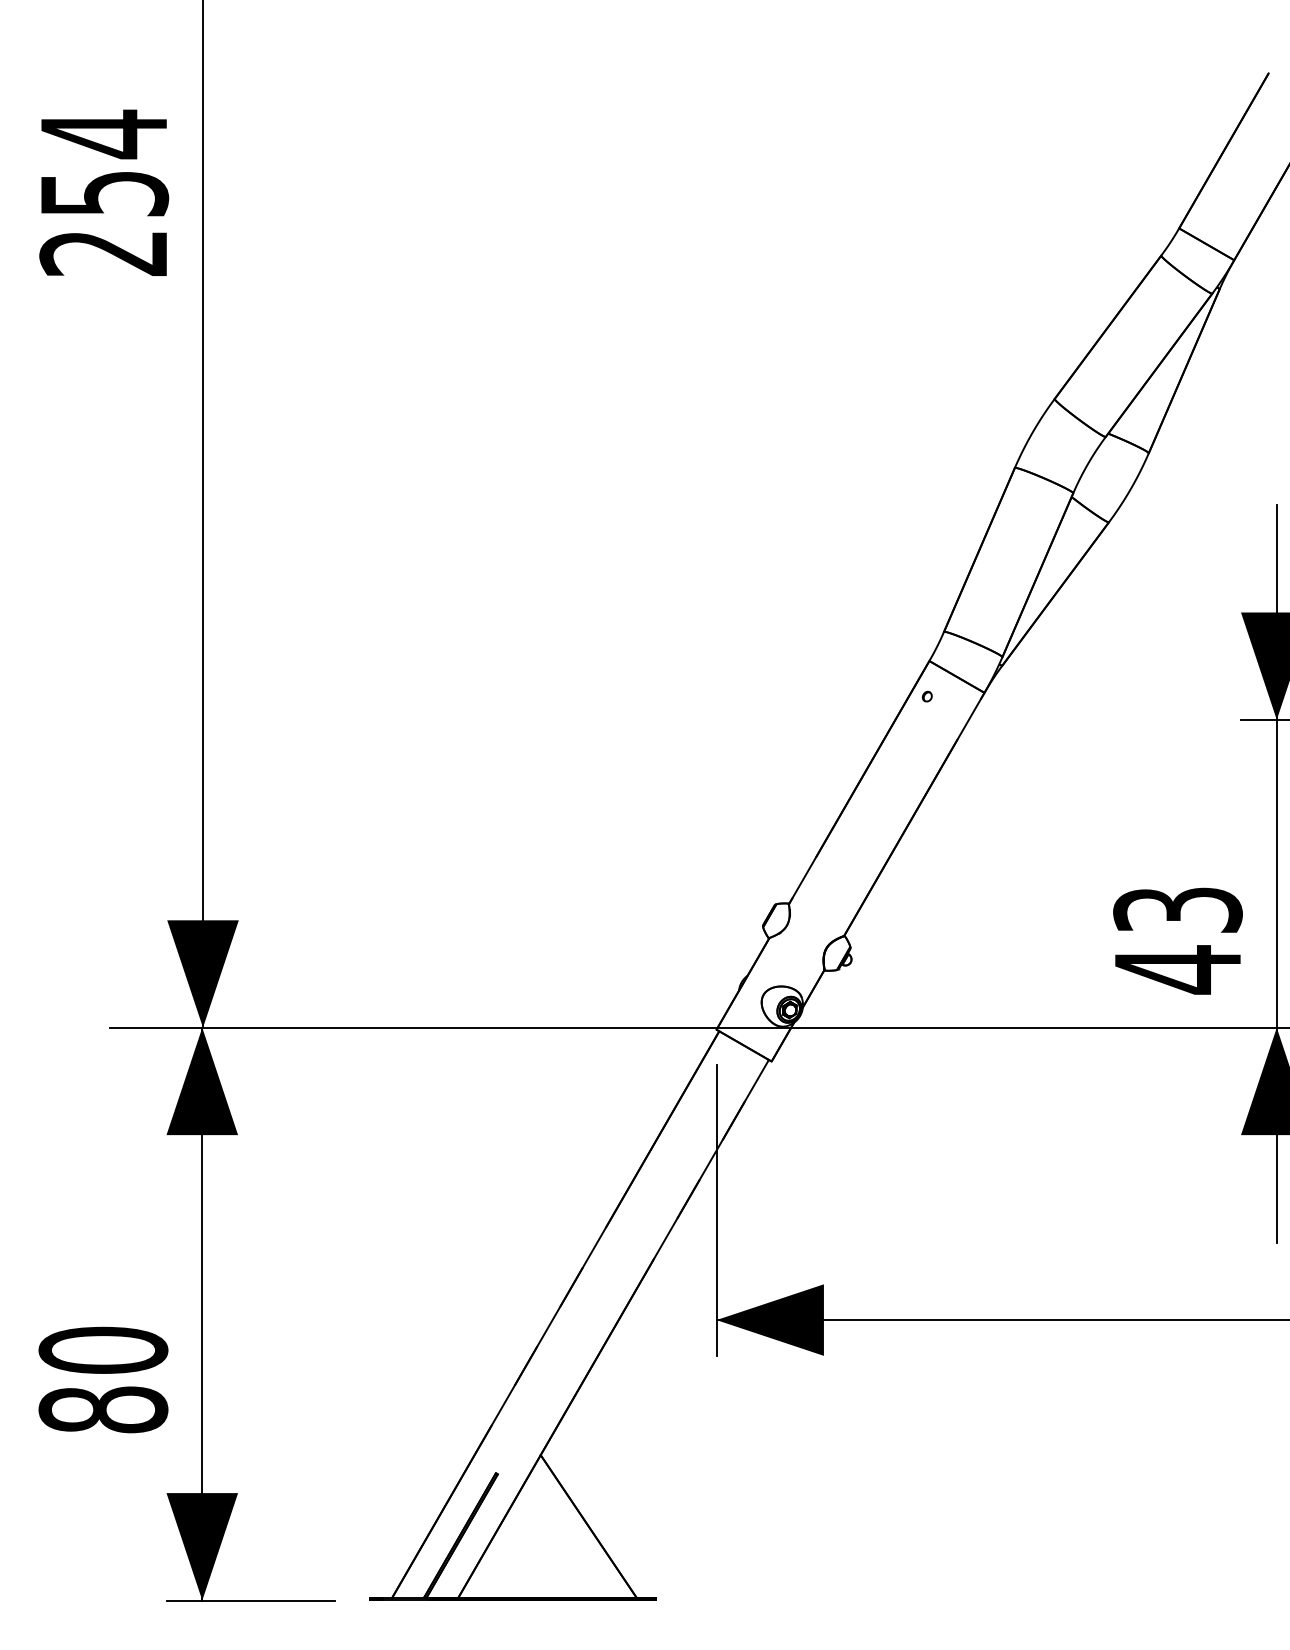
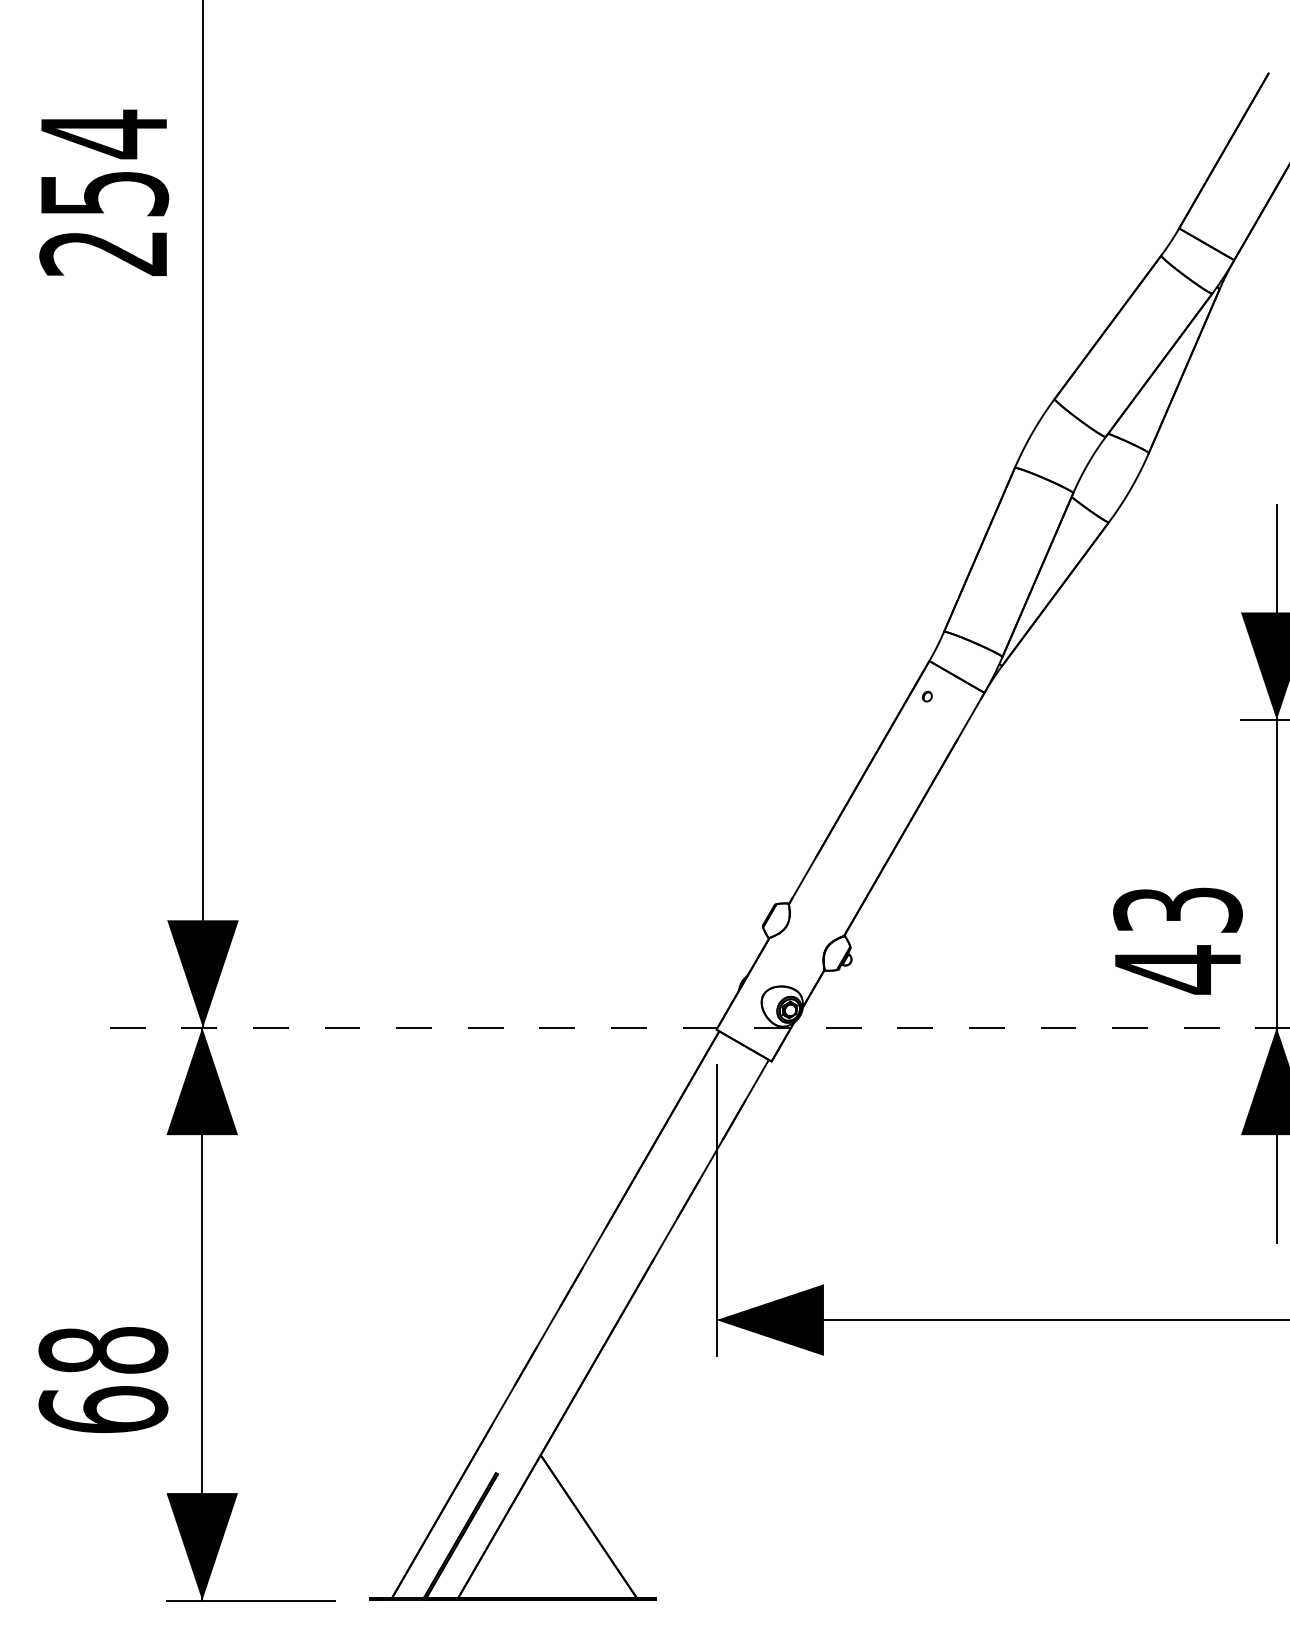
line at (699, 1027): solid -> dashed
text at (103, 1379): 80 -> 68
